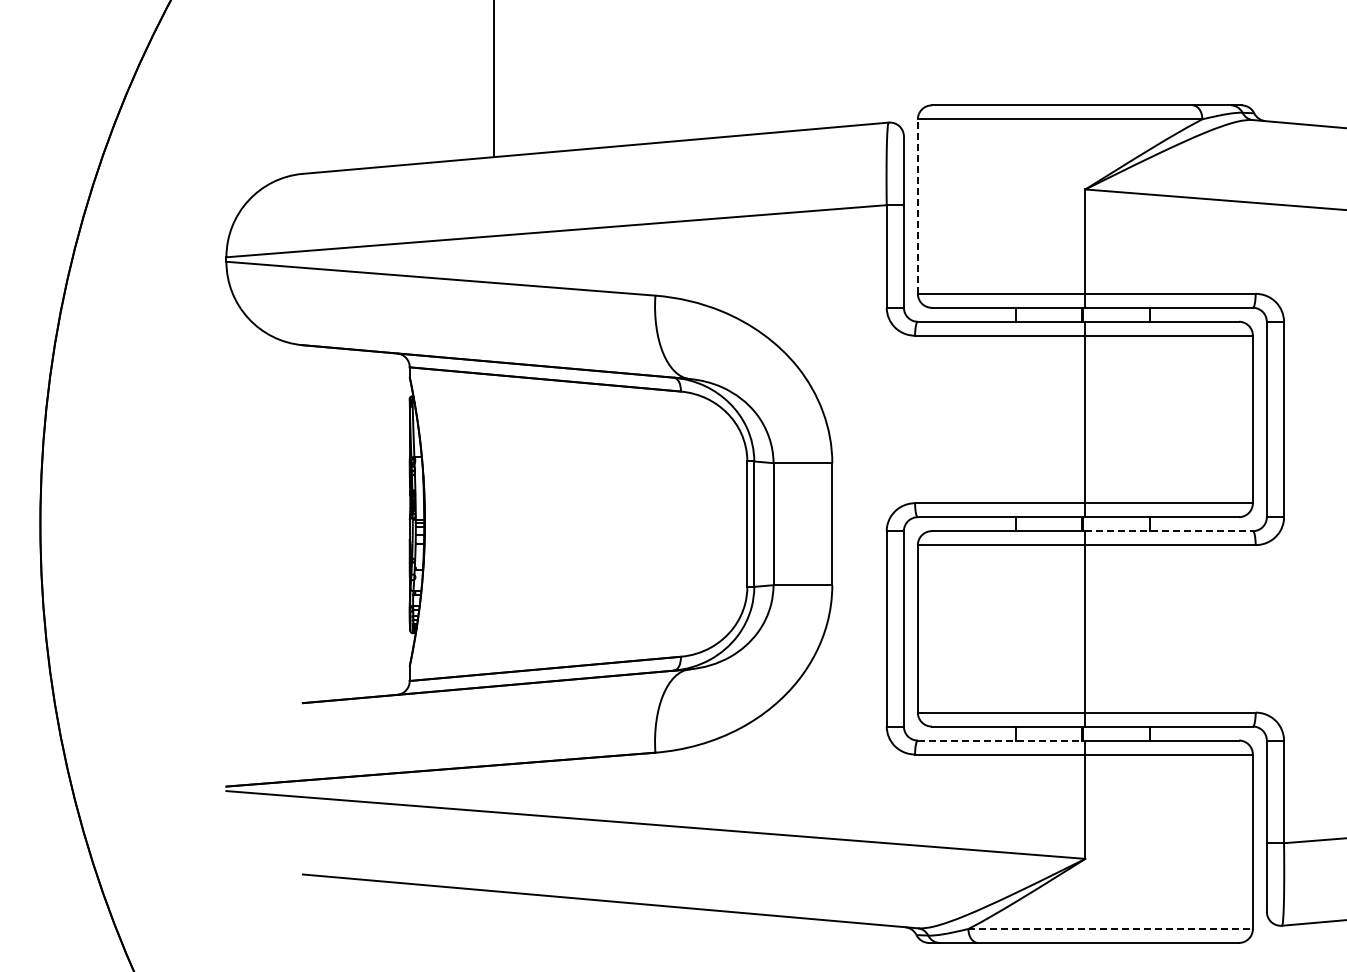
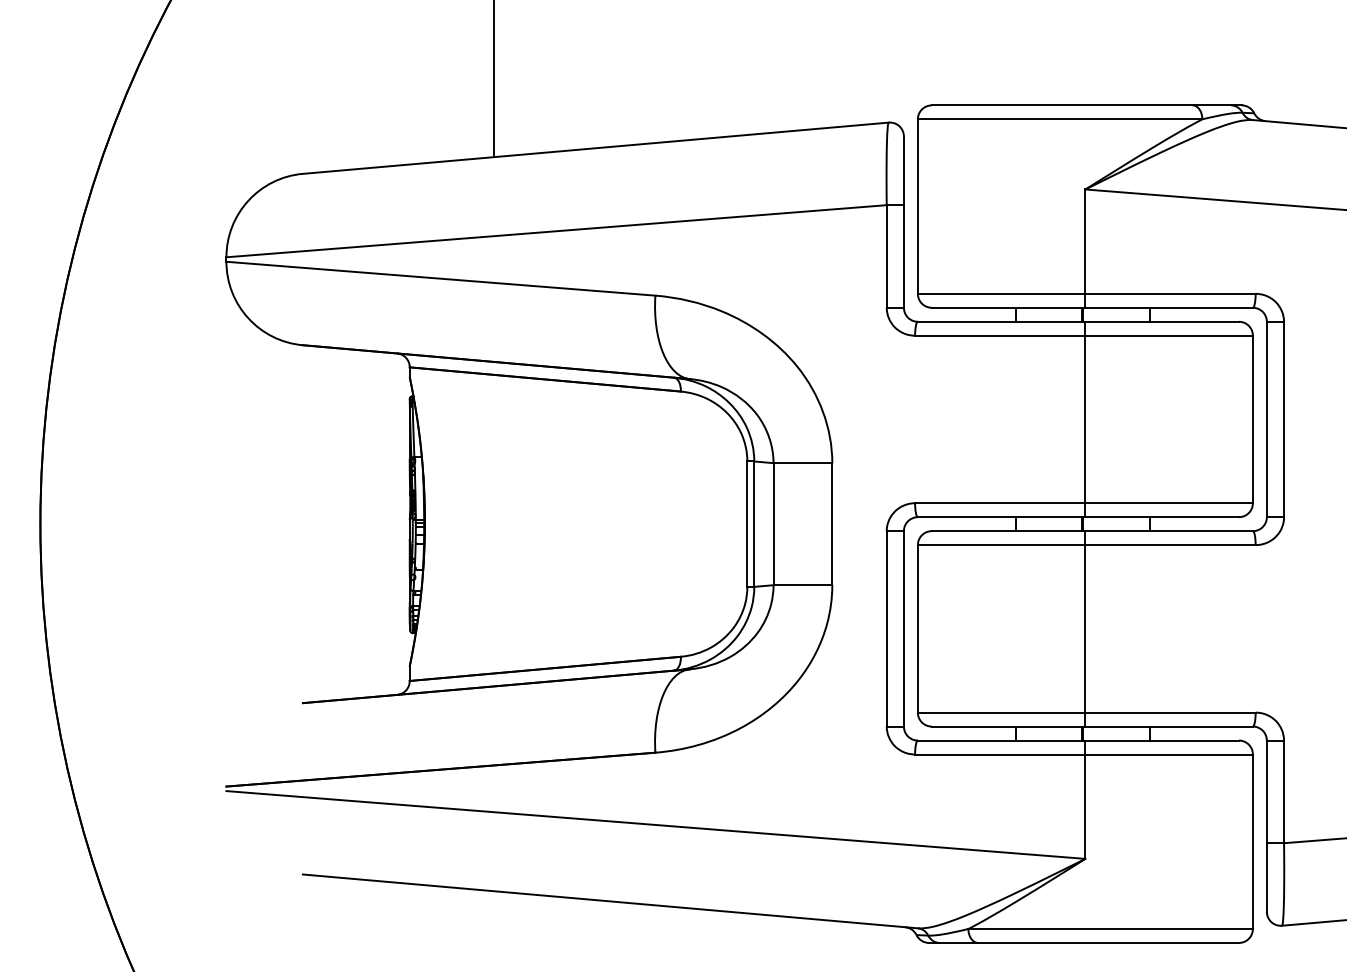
line at (917, 206): dashed -> solid
line at (1169, 531): dashed -> solid
line at (1001, 740): dashed -> solid
line at (1111, 928): dashed -> solid
